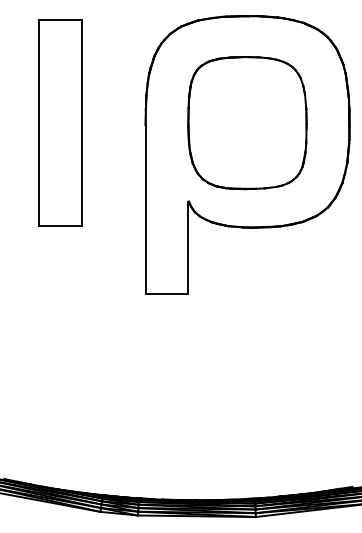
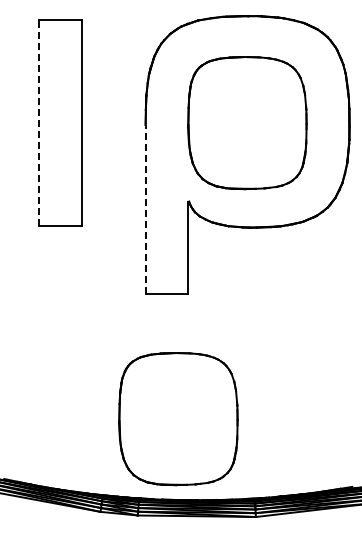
line at (39, 122): solid -> dashed
line at (145, 208): solid -> dashed
part at (178, 419): none -> present
